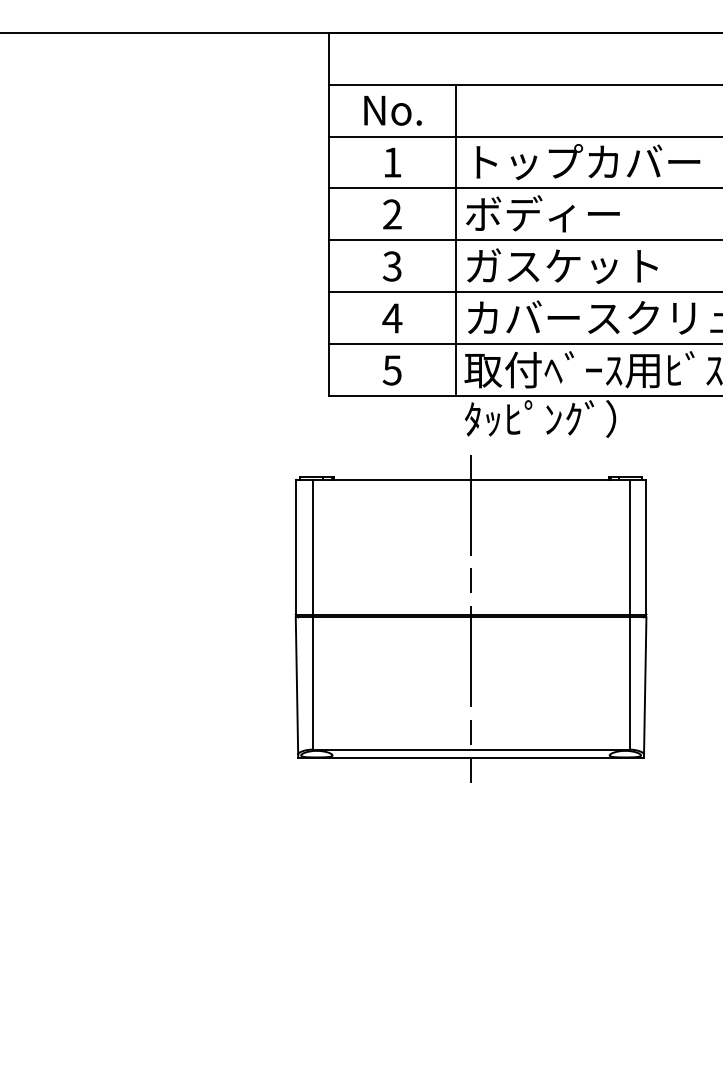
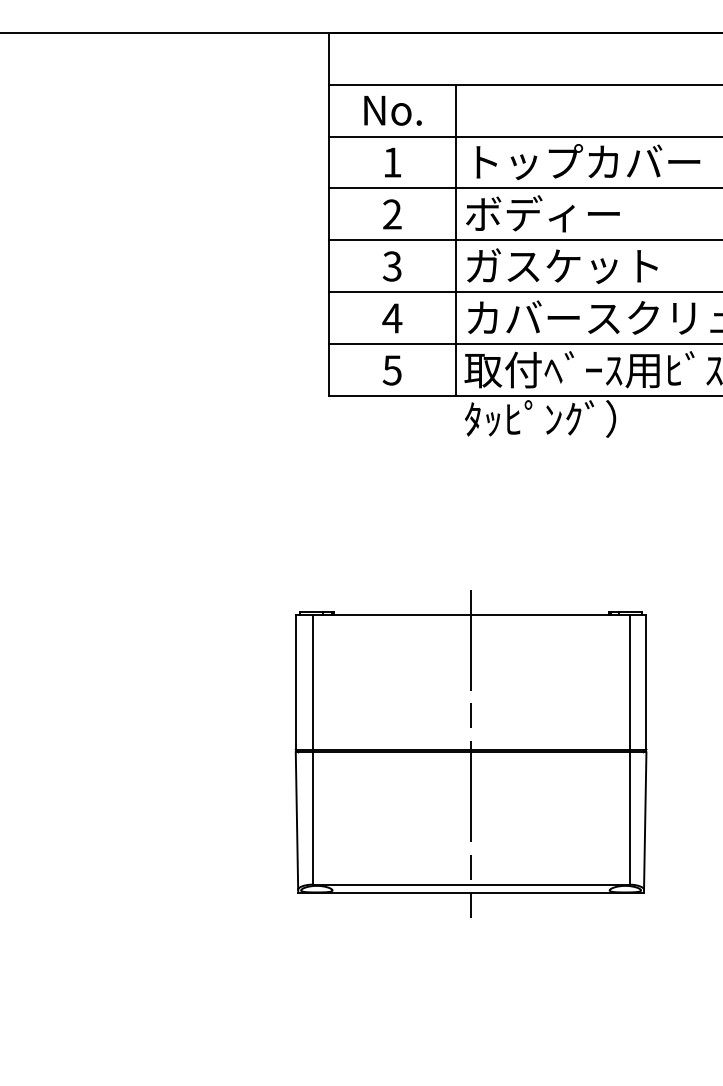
part at (470, 618) position: (470, 618) -> (470, 753)
